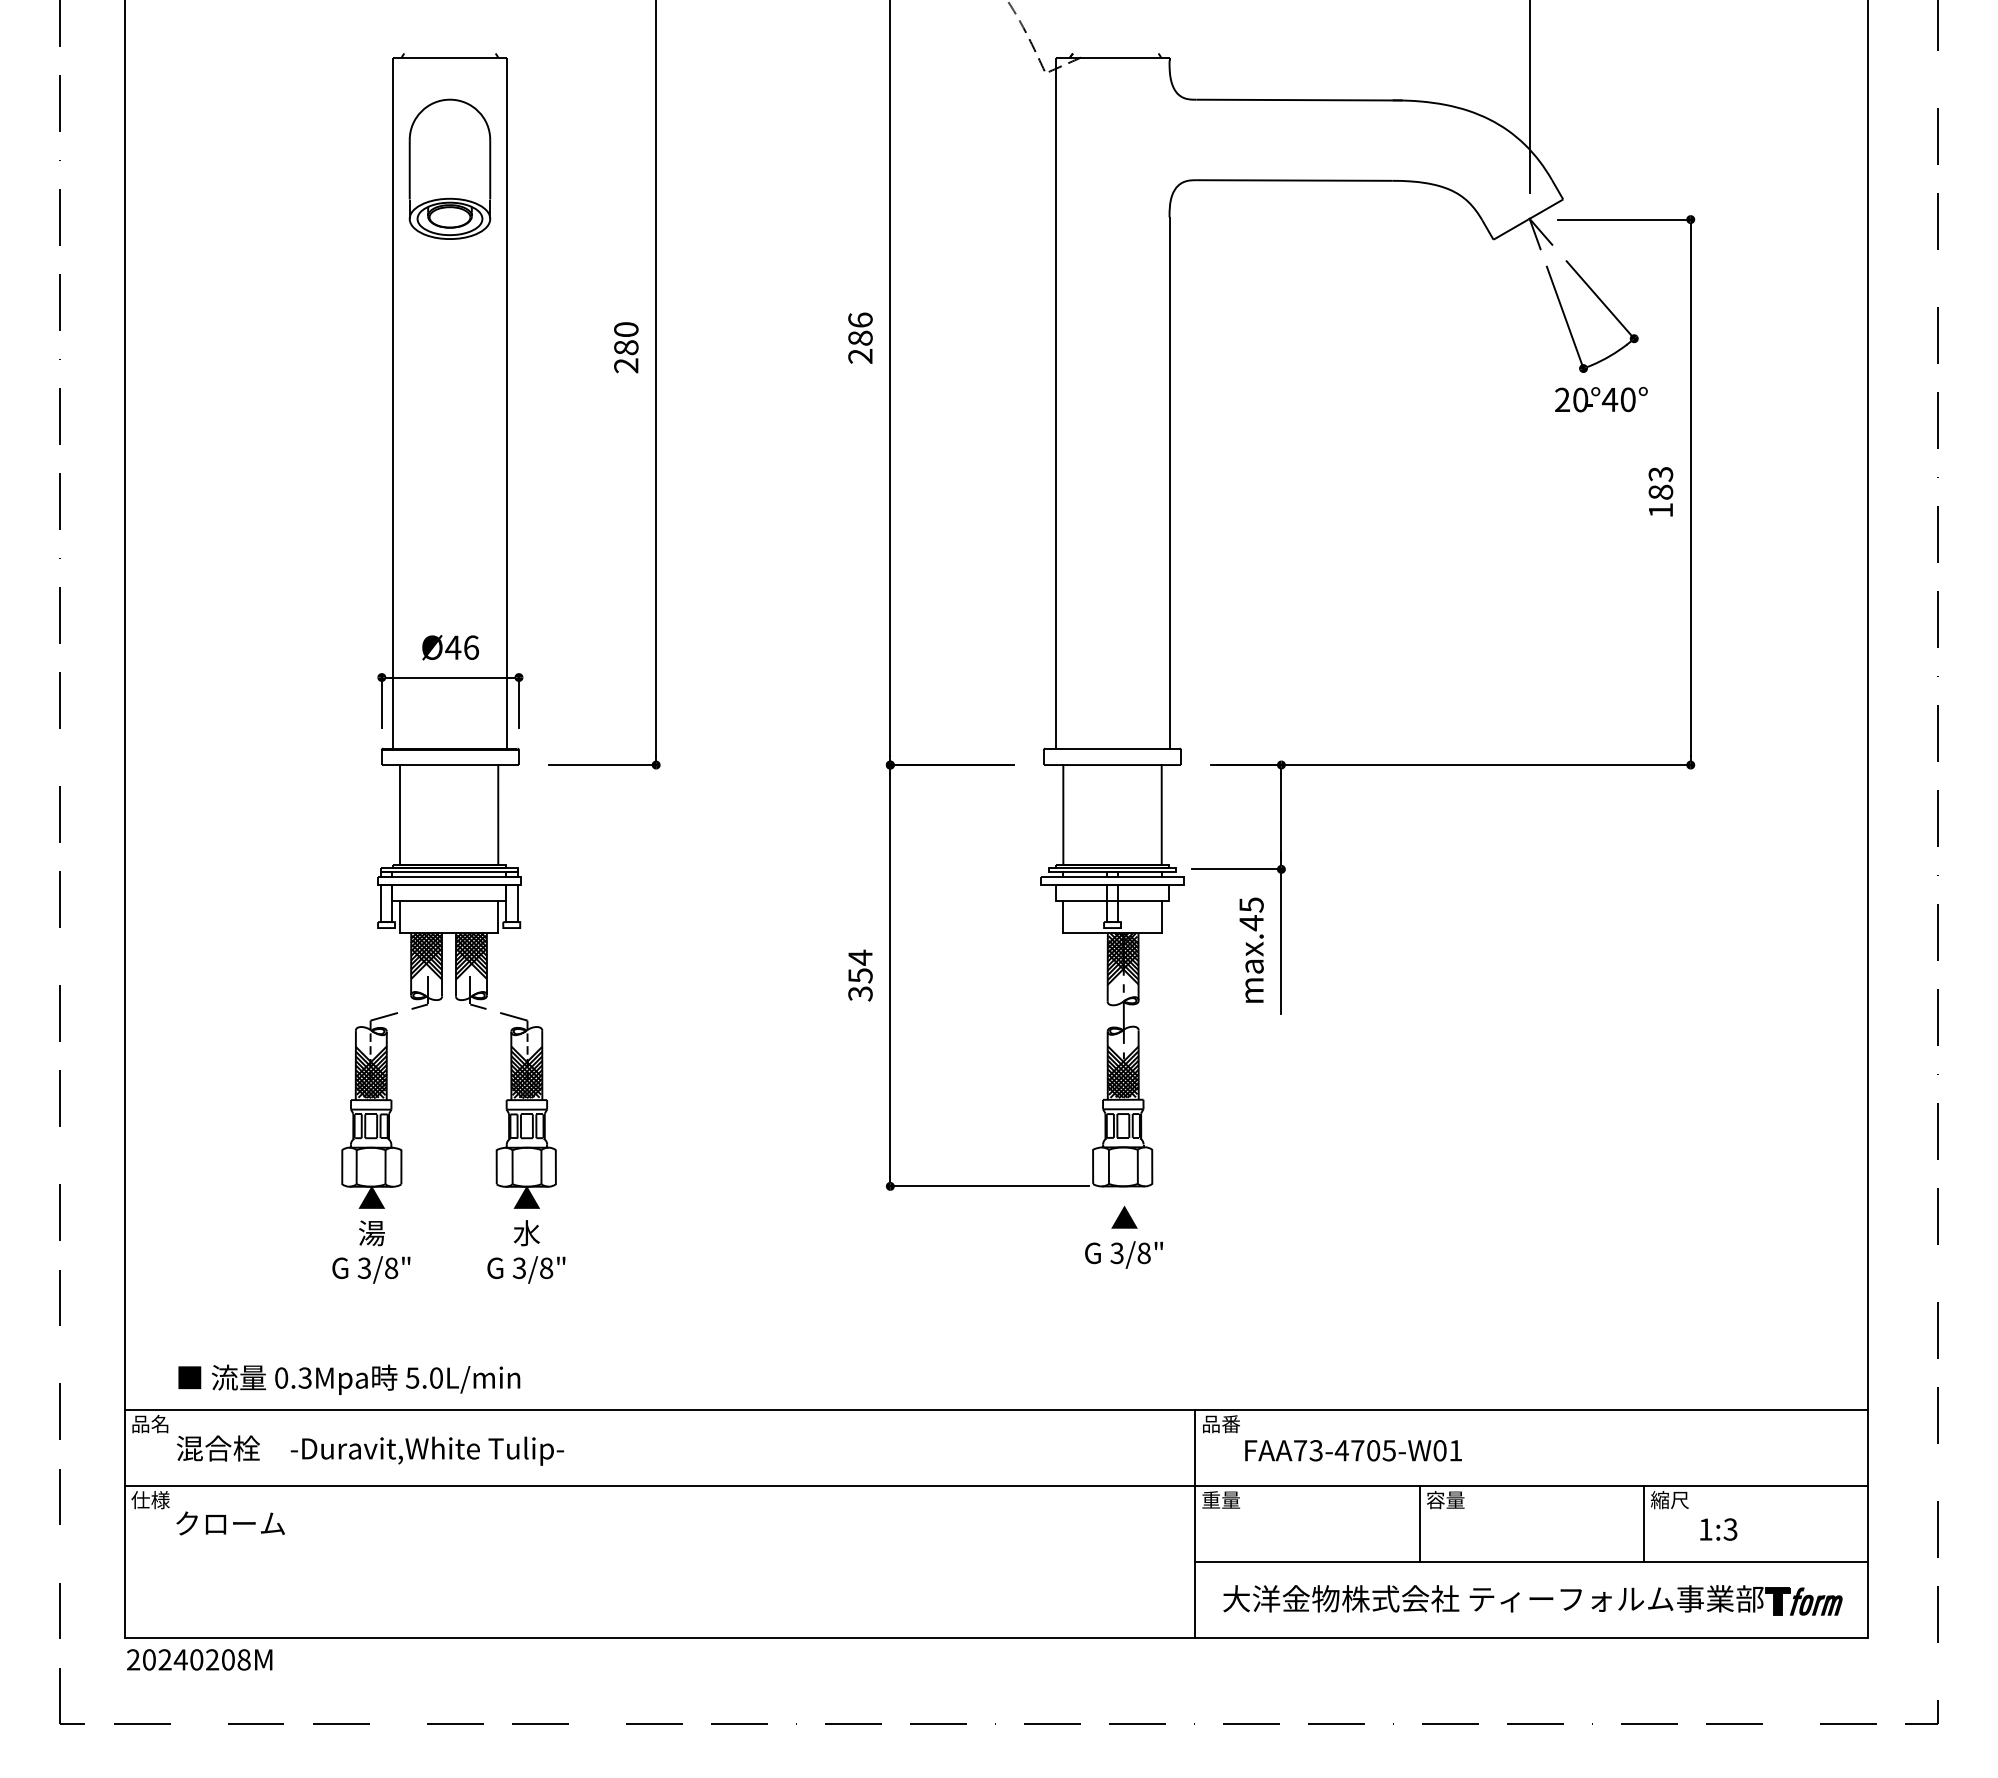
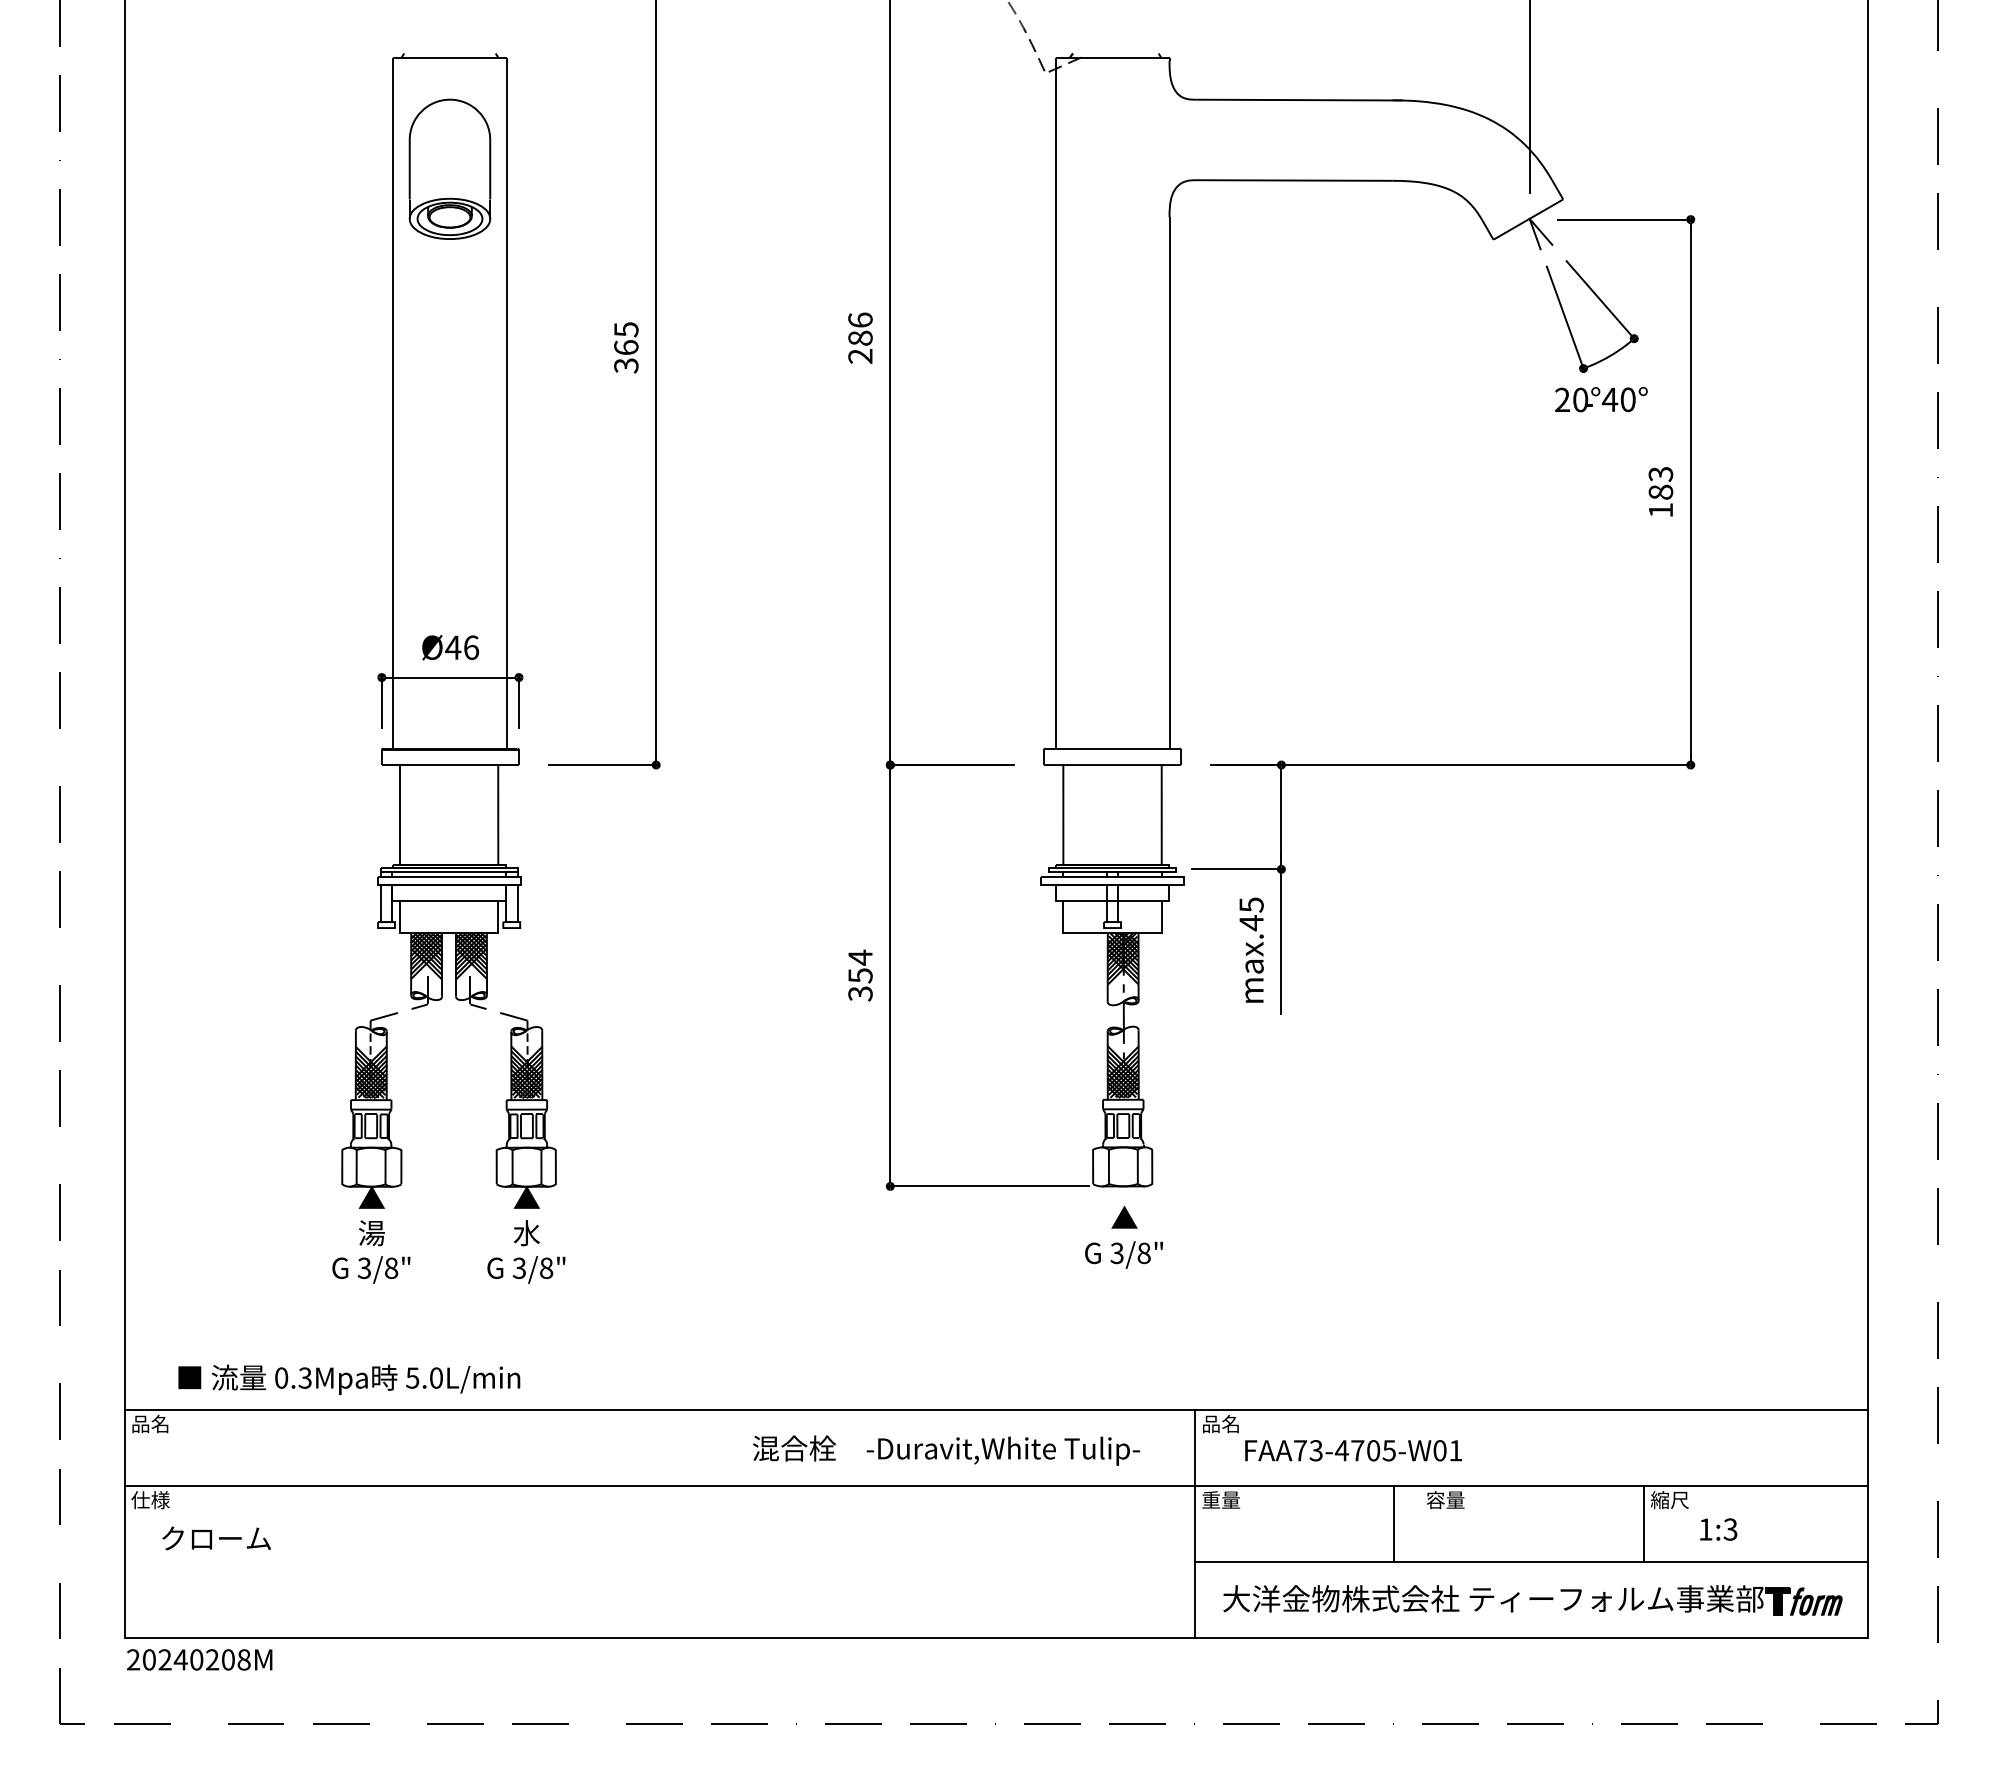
text at (626, 347): 280 -> 365
text at (1231, 1424): 品番 -> 品名
text at (370, 1450) position: (370, 1450) -> (946, 1450)
text at (230, 1523) position: (230, 1523) -> (216, 1538)
line at (1419, 1523) position: (1419, 1523) -> (1393, 1523)
